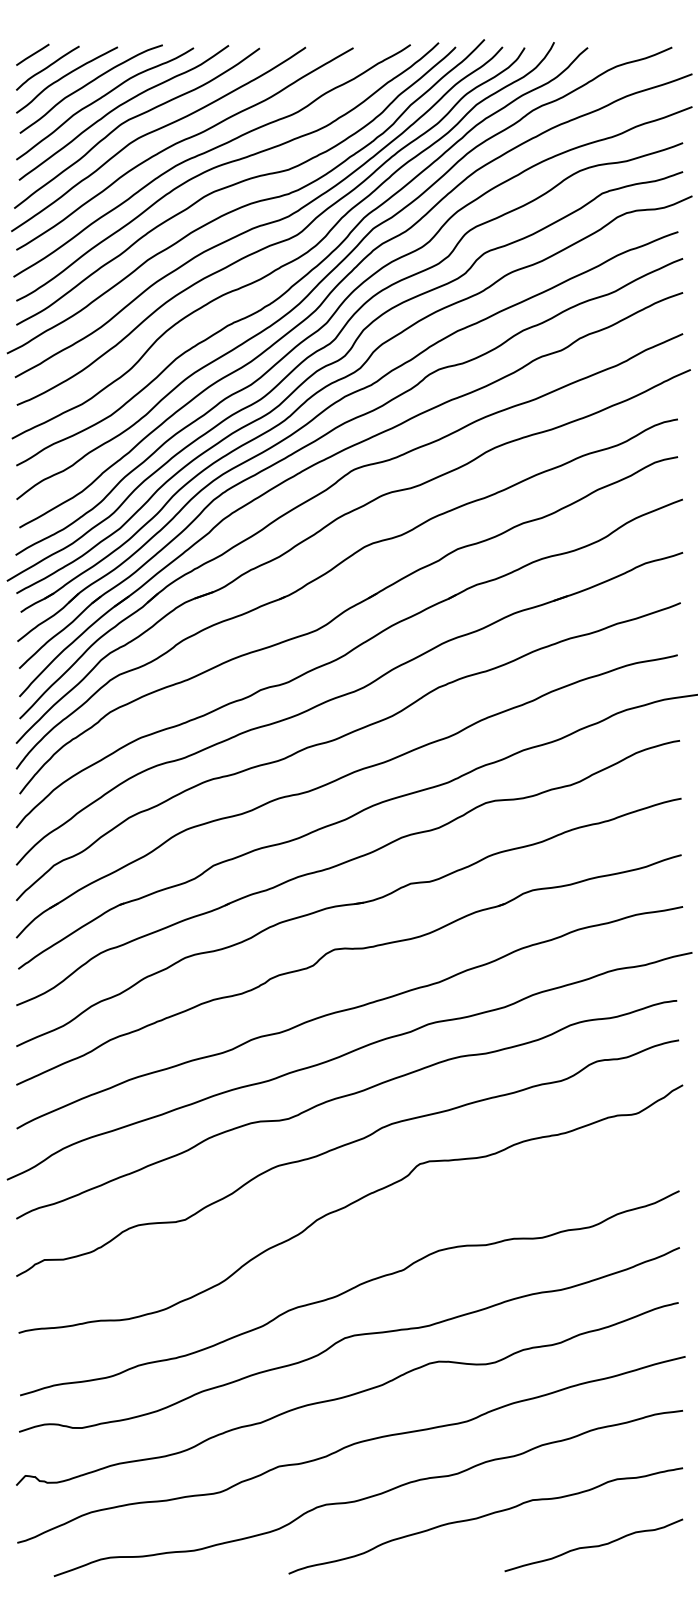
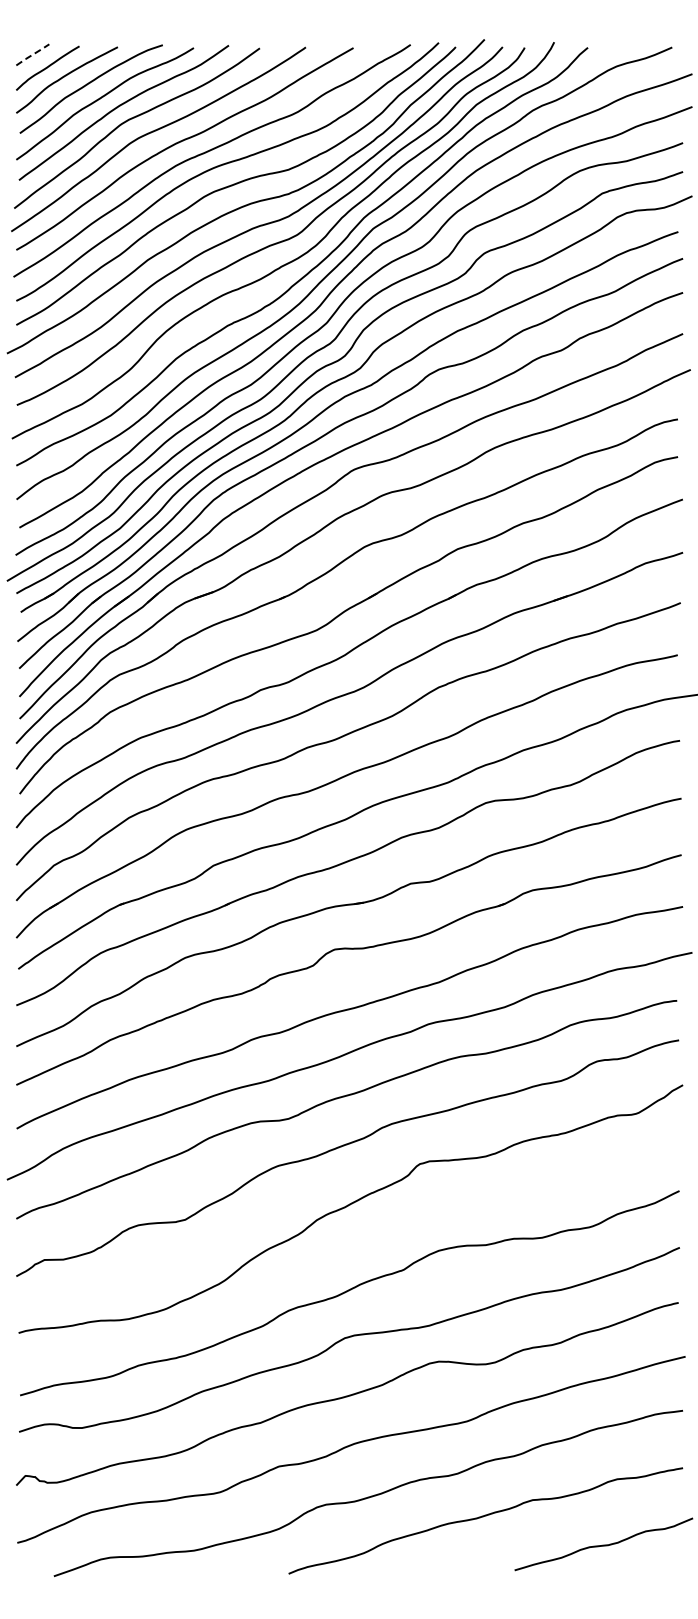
line at (33, 54): solid -> dashed
curve at (593, 1545) position: (593, 1545) -> (603, 1544)
